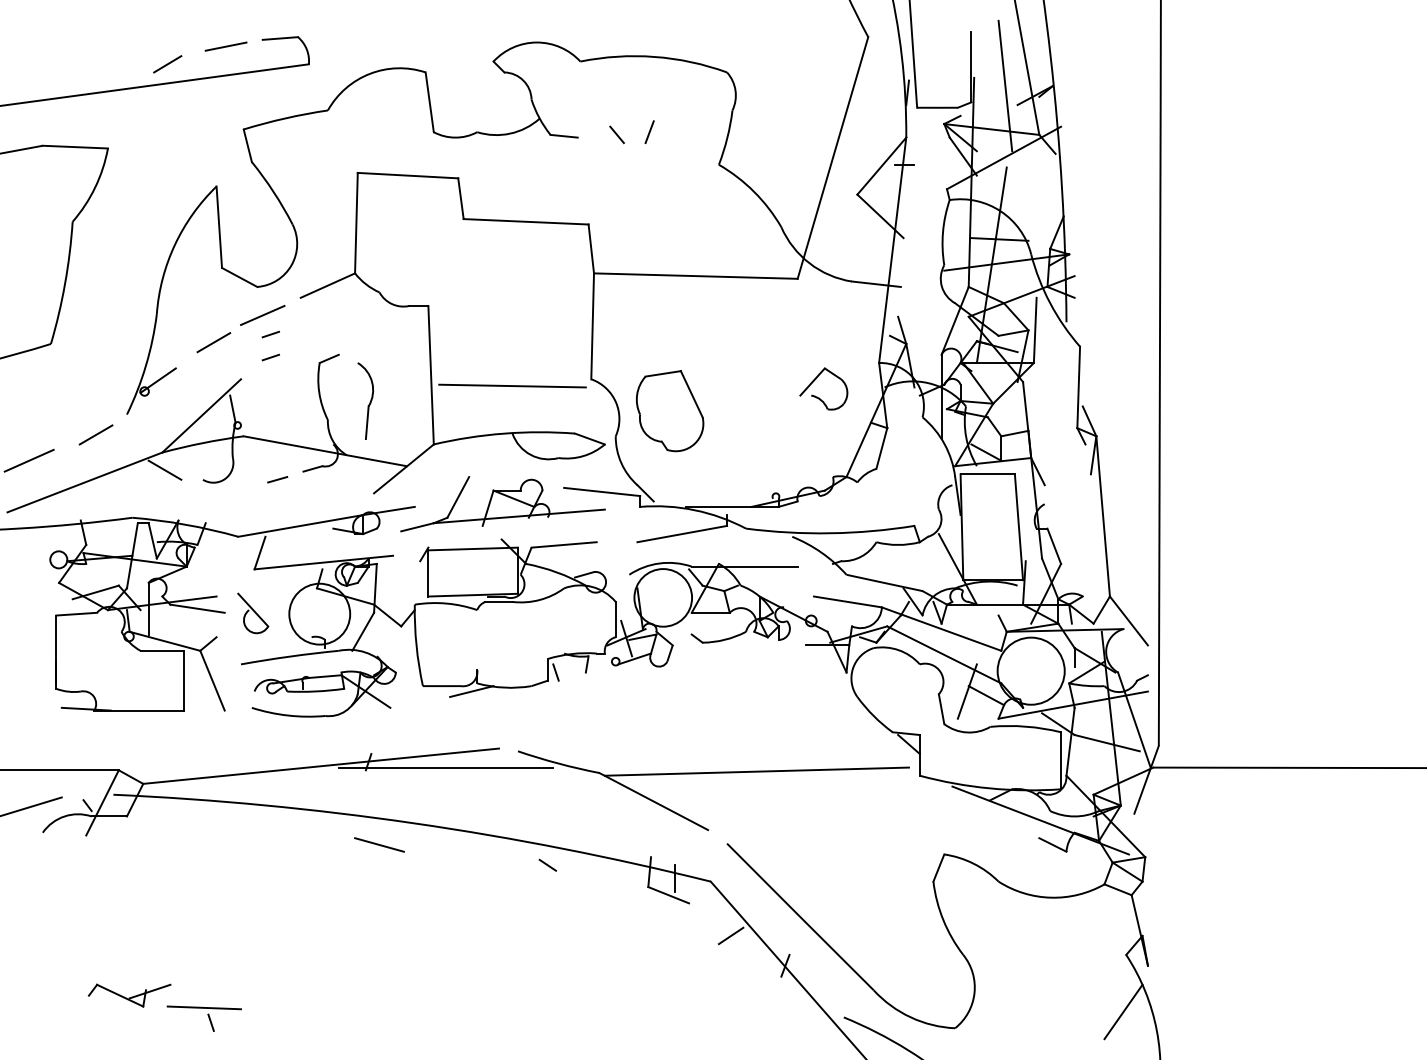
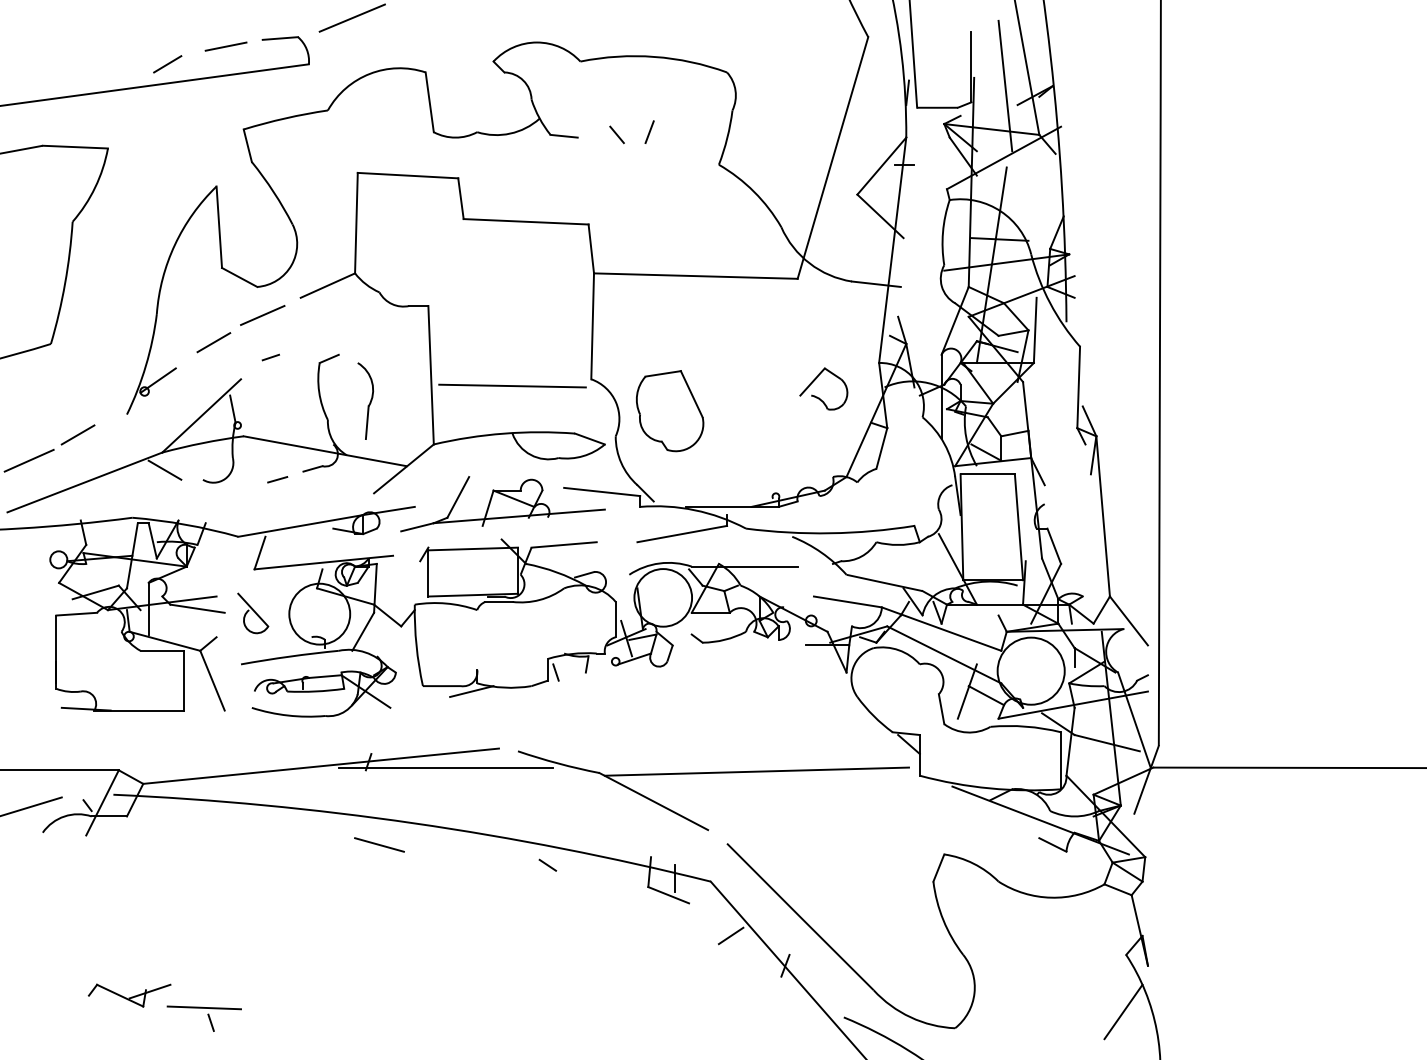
line at (351, 17): none -> present
line at (270, 334): present -> none
line at (95, 434) position: (95, 434) -> (77, 434)
